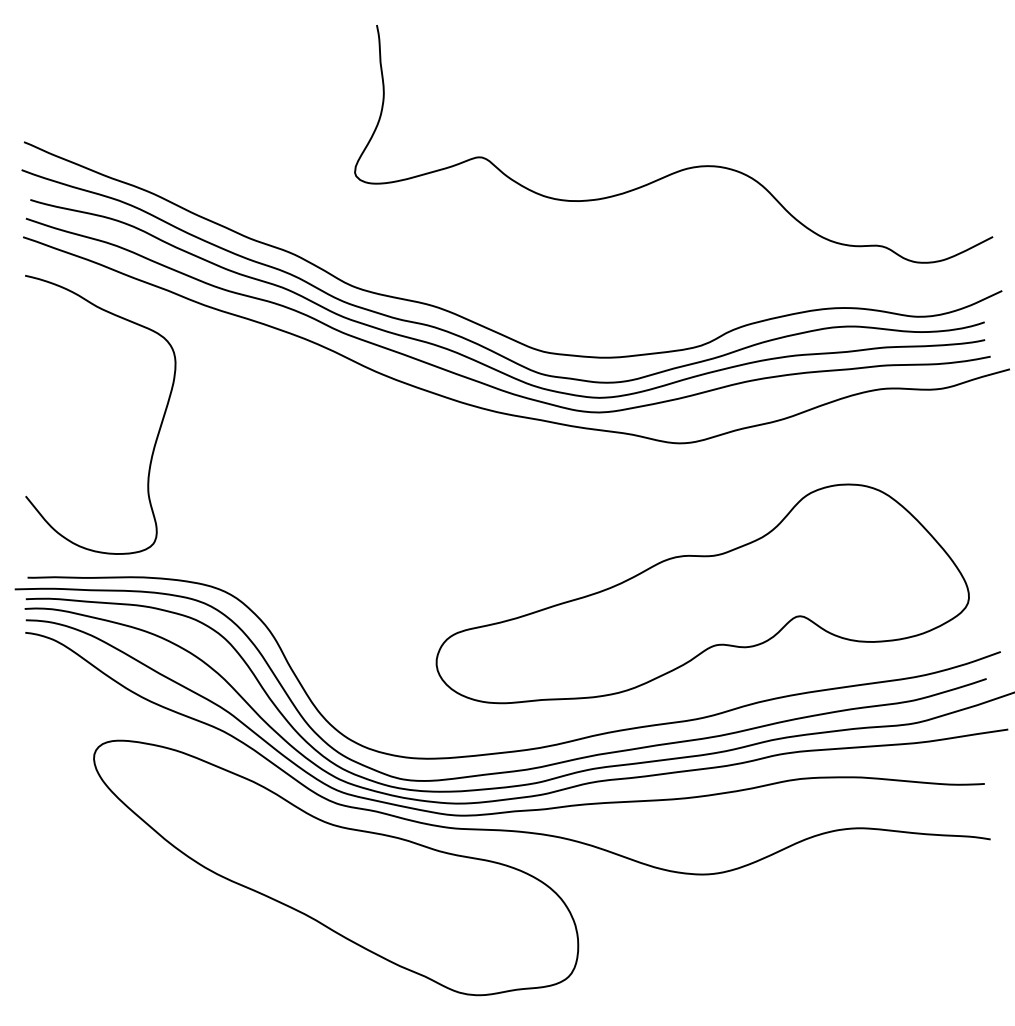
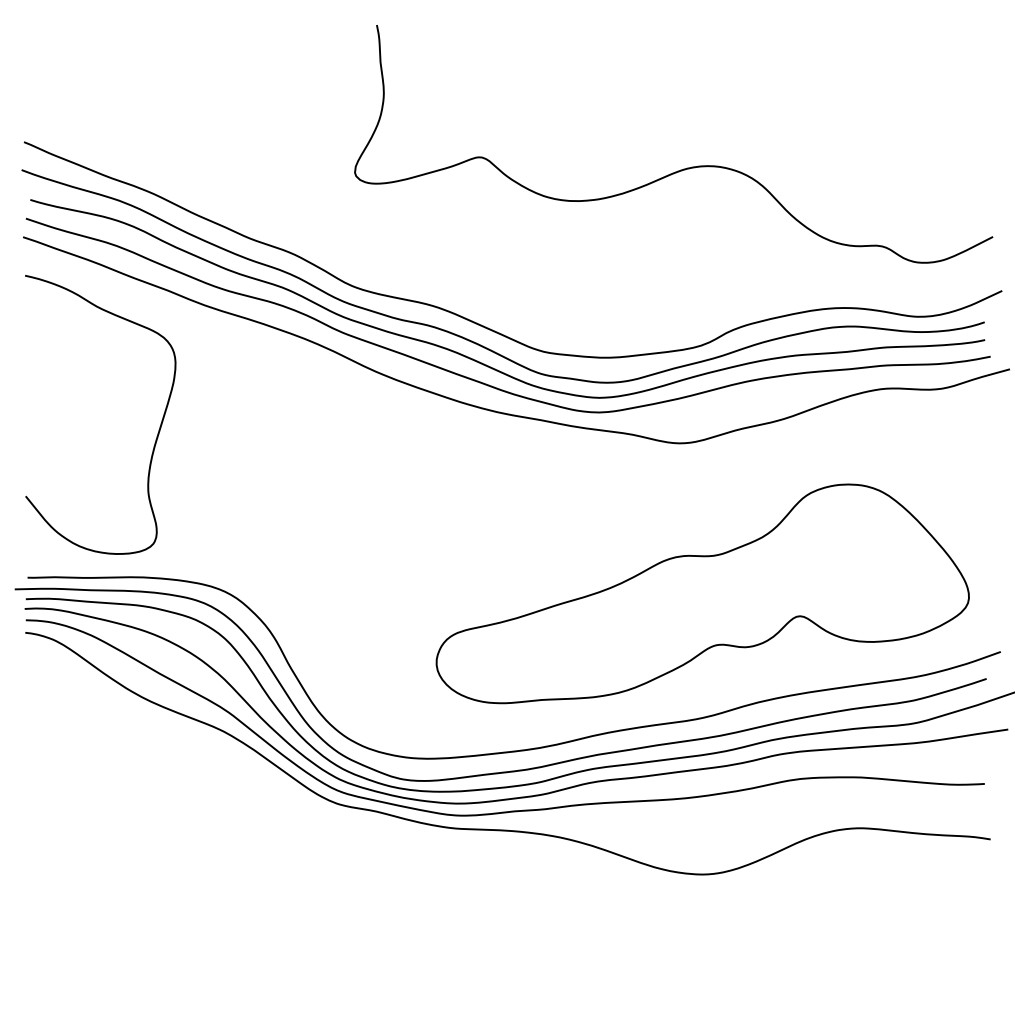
part at (336, 867): present -> none
